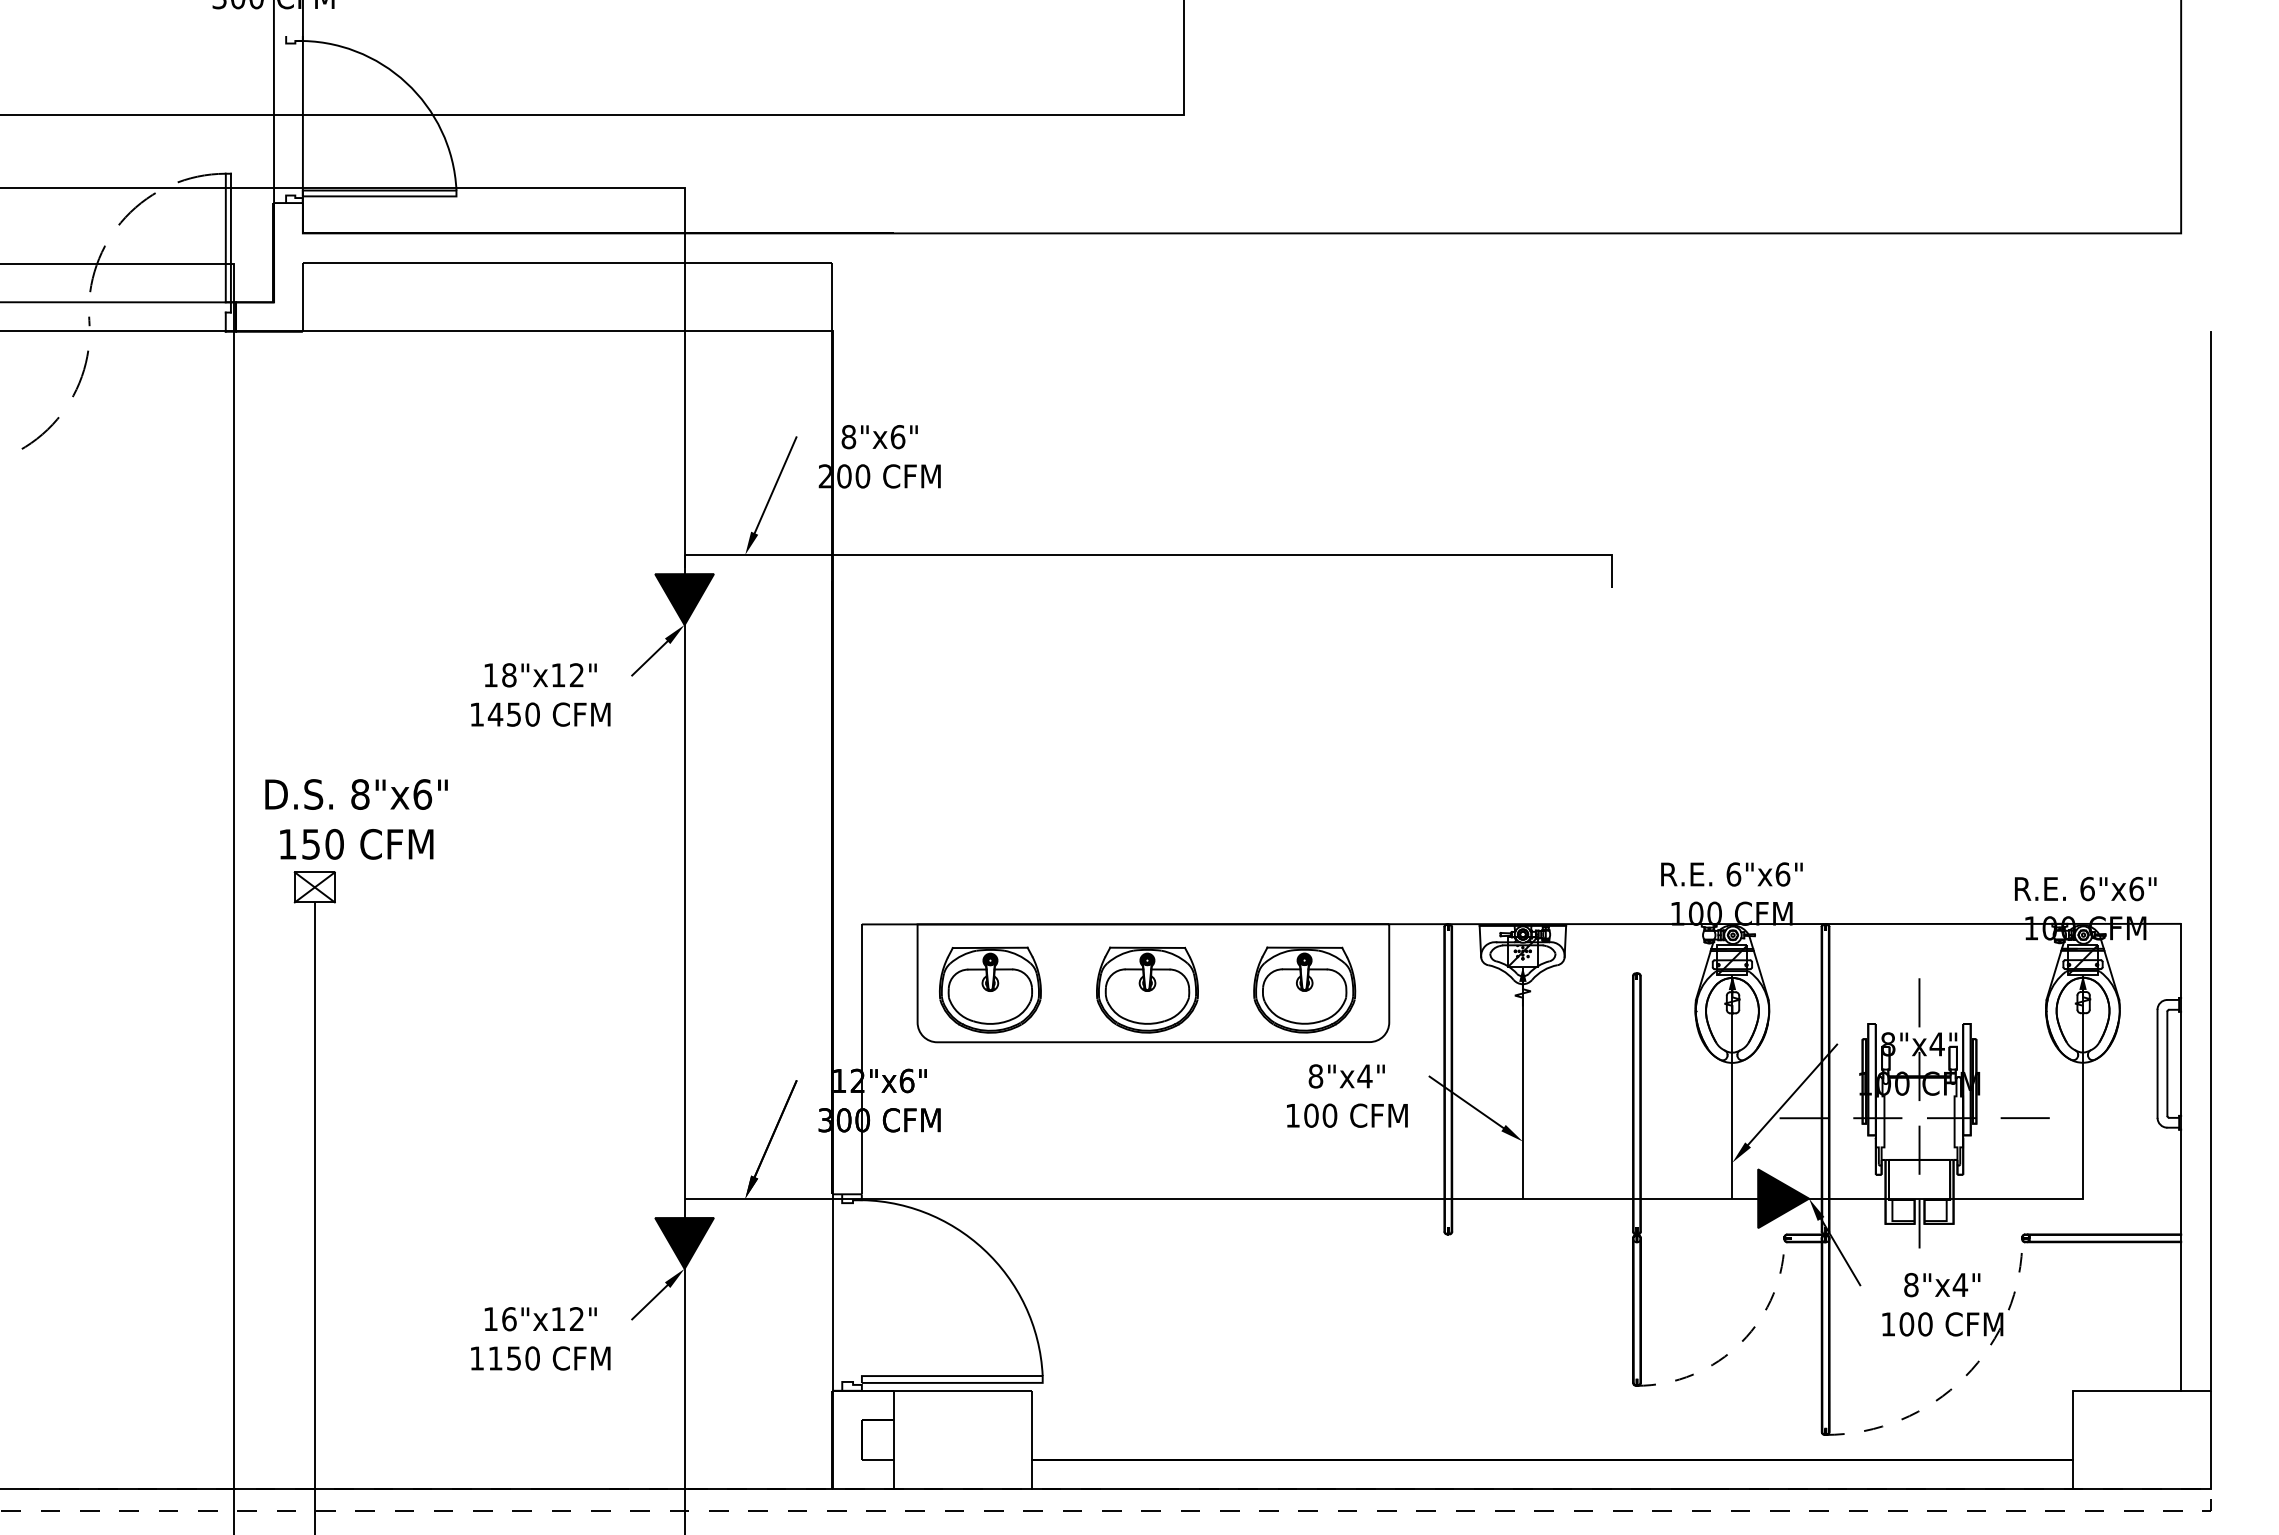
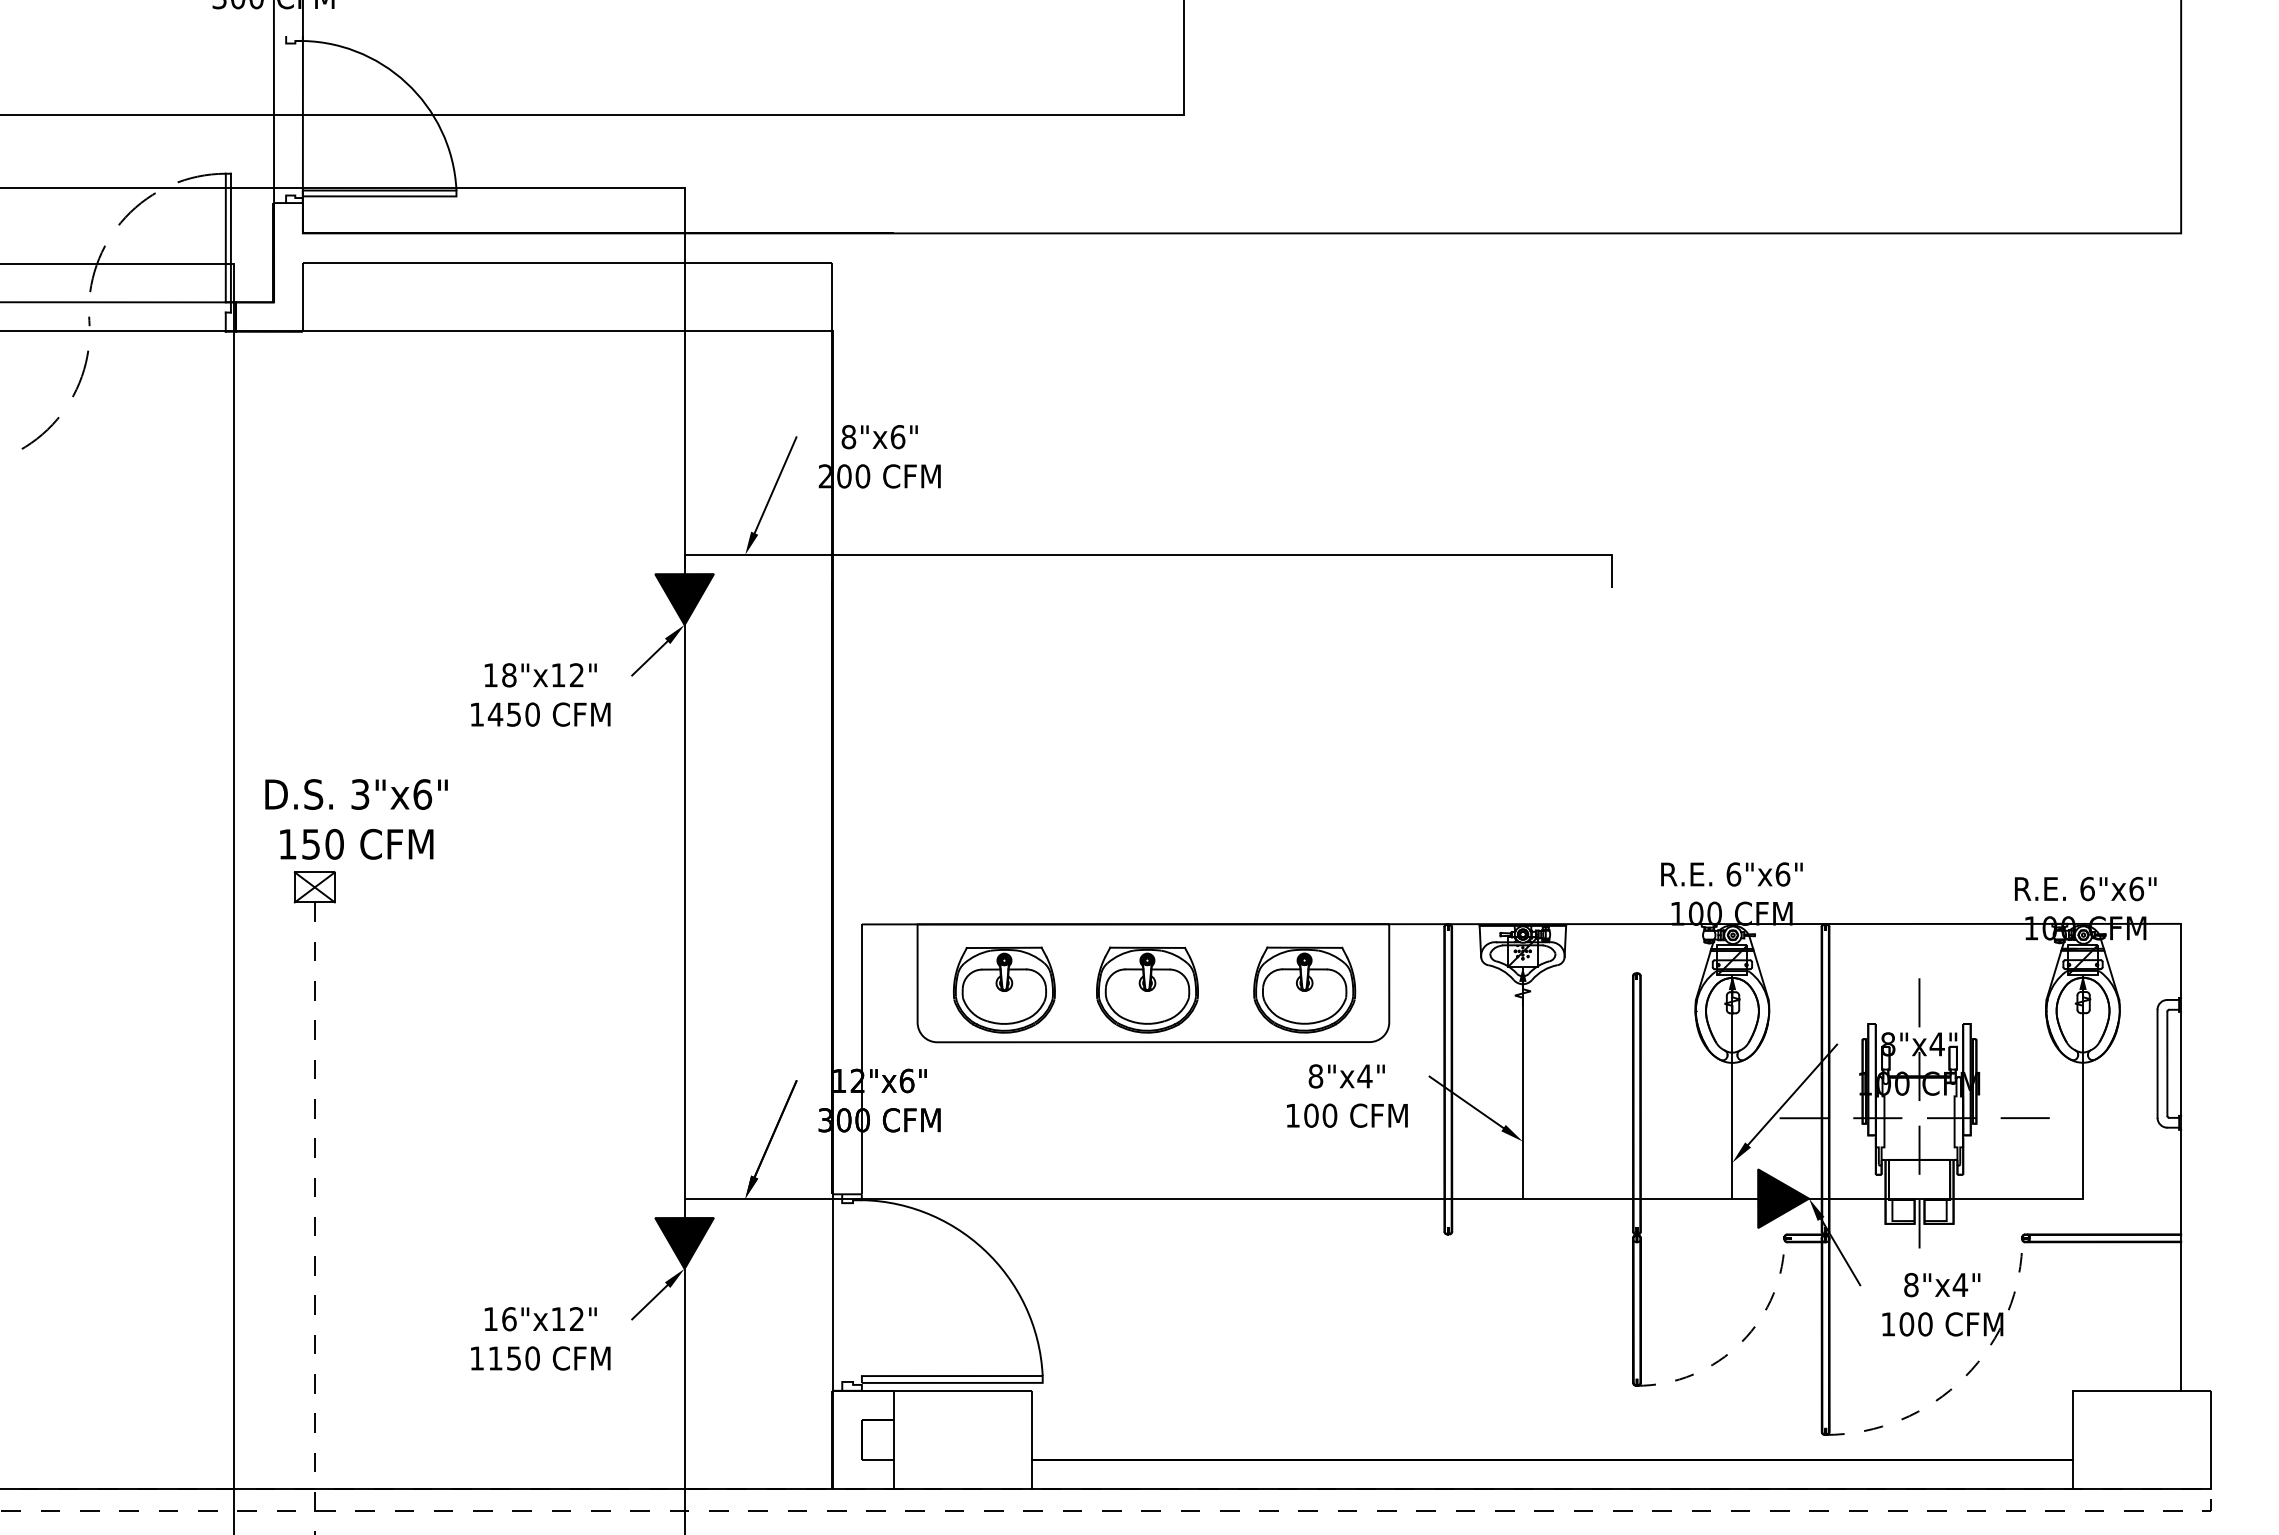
text at (360, 794): 8"x6" -> 3"x6"
line at (2210, 860): present -> none
part at (990, 989) position: (990, 989) -> (1004, 989)
line at (314, 1218): solid -> dashed
